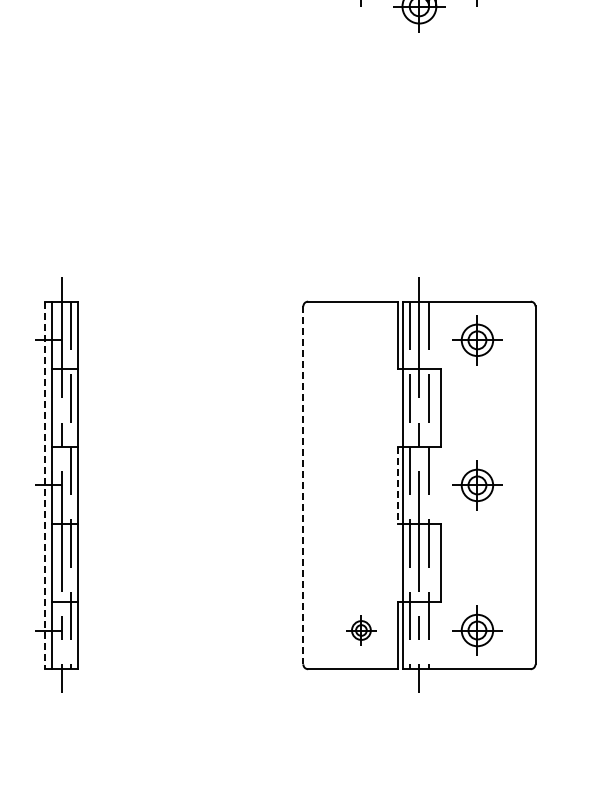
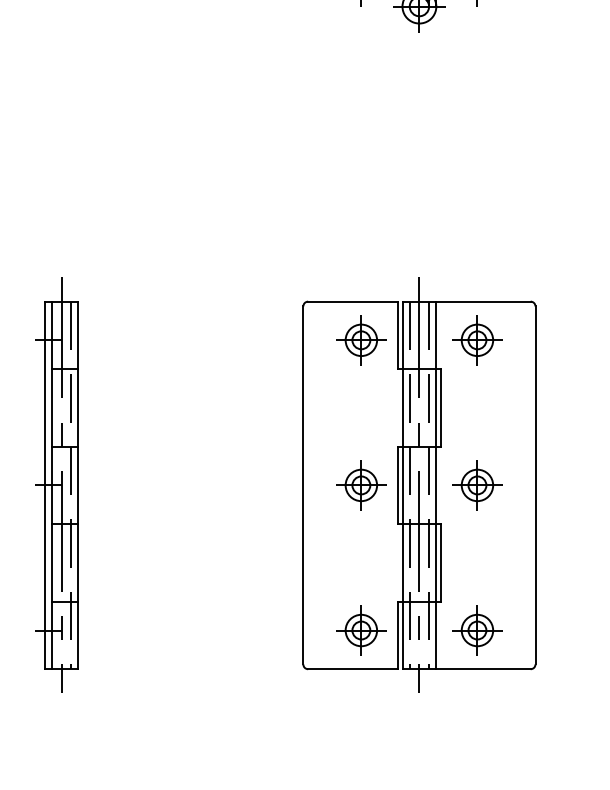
part at (361, 340): none -> present
line at (44, 485): dashed -> solid
line at (303, 485): dashed -> solid
part at (361, 485): none -> present
line at (397, 485): dashed -> solid
line at (436, 485): none -> present
part at (361, 630) size: 31x31 px -> 51x51 px
